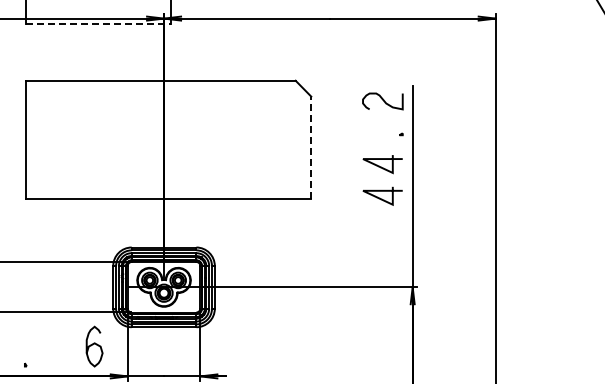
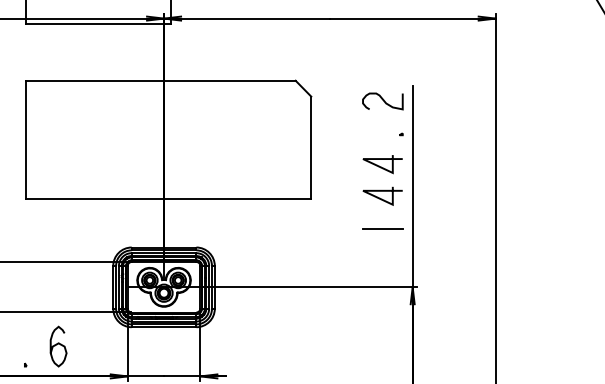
line at (98, 24): dashed -> solid
line at (311, 147): dashed -> solid
line at (382, 228): none -> present
curve at (93, 345) position: (93, 345) -> (57, 345)
